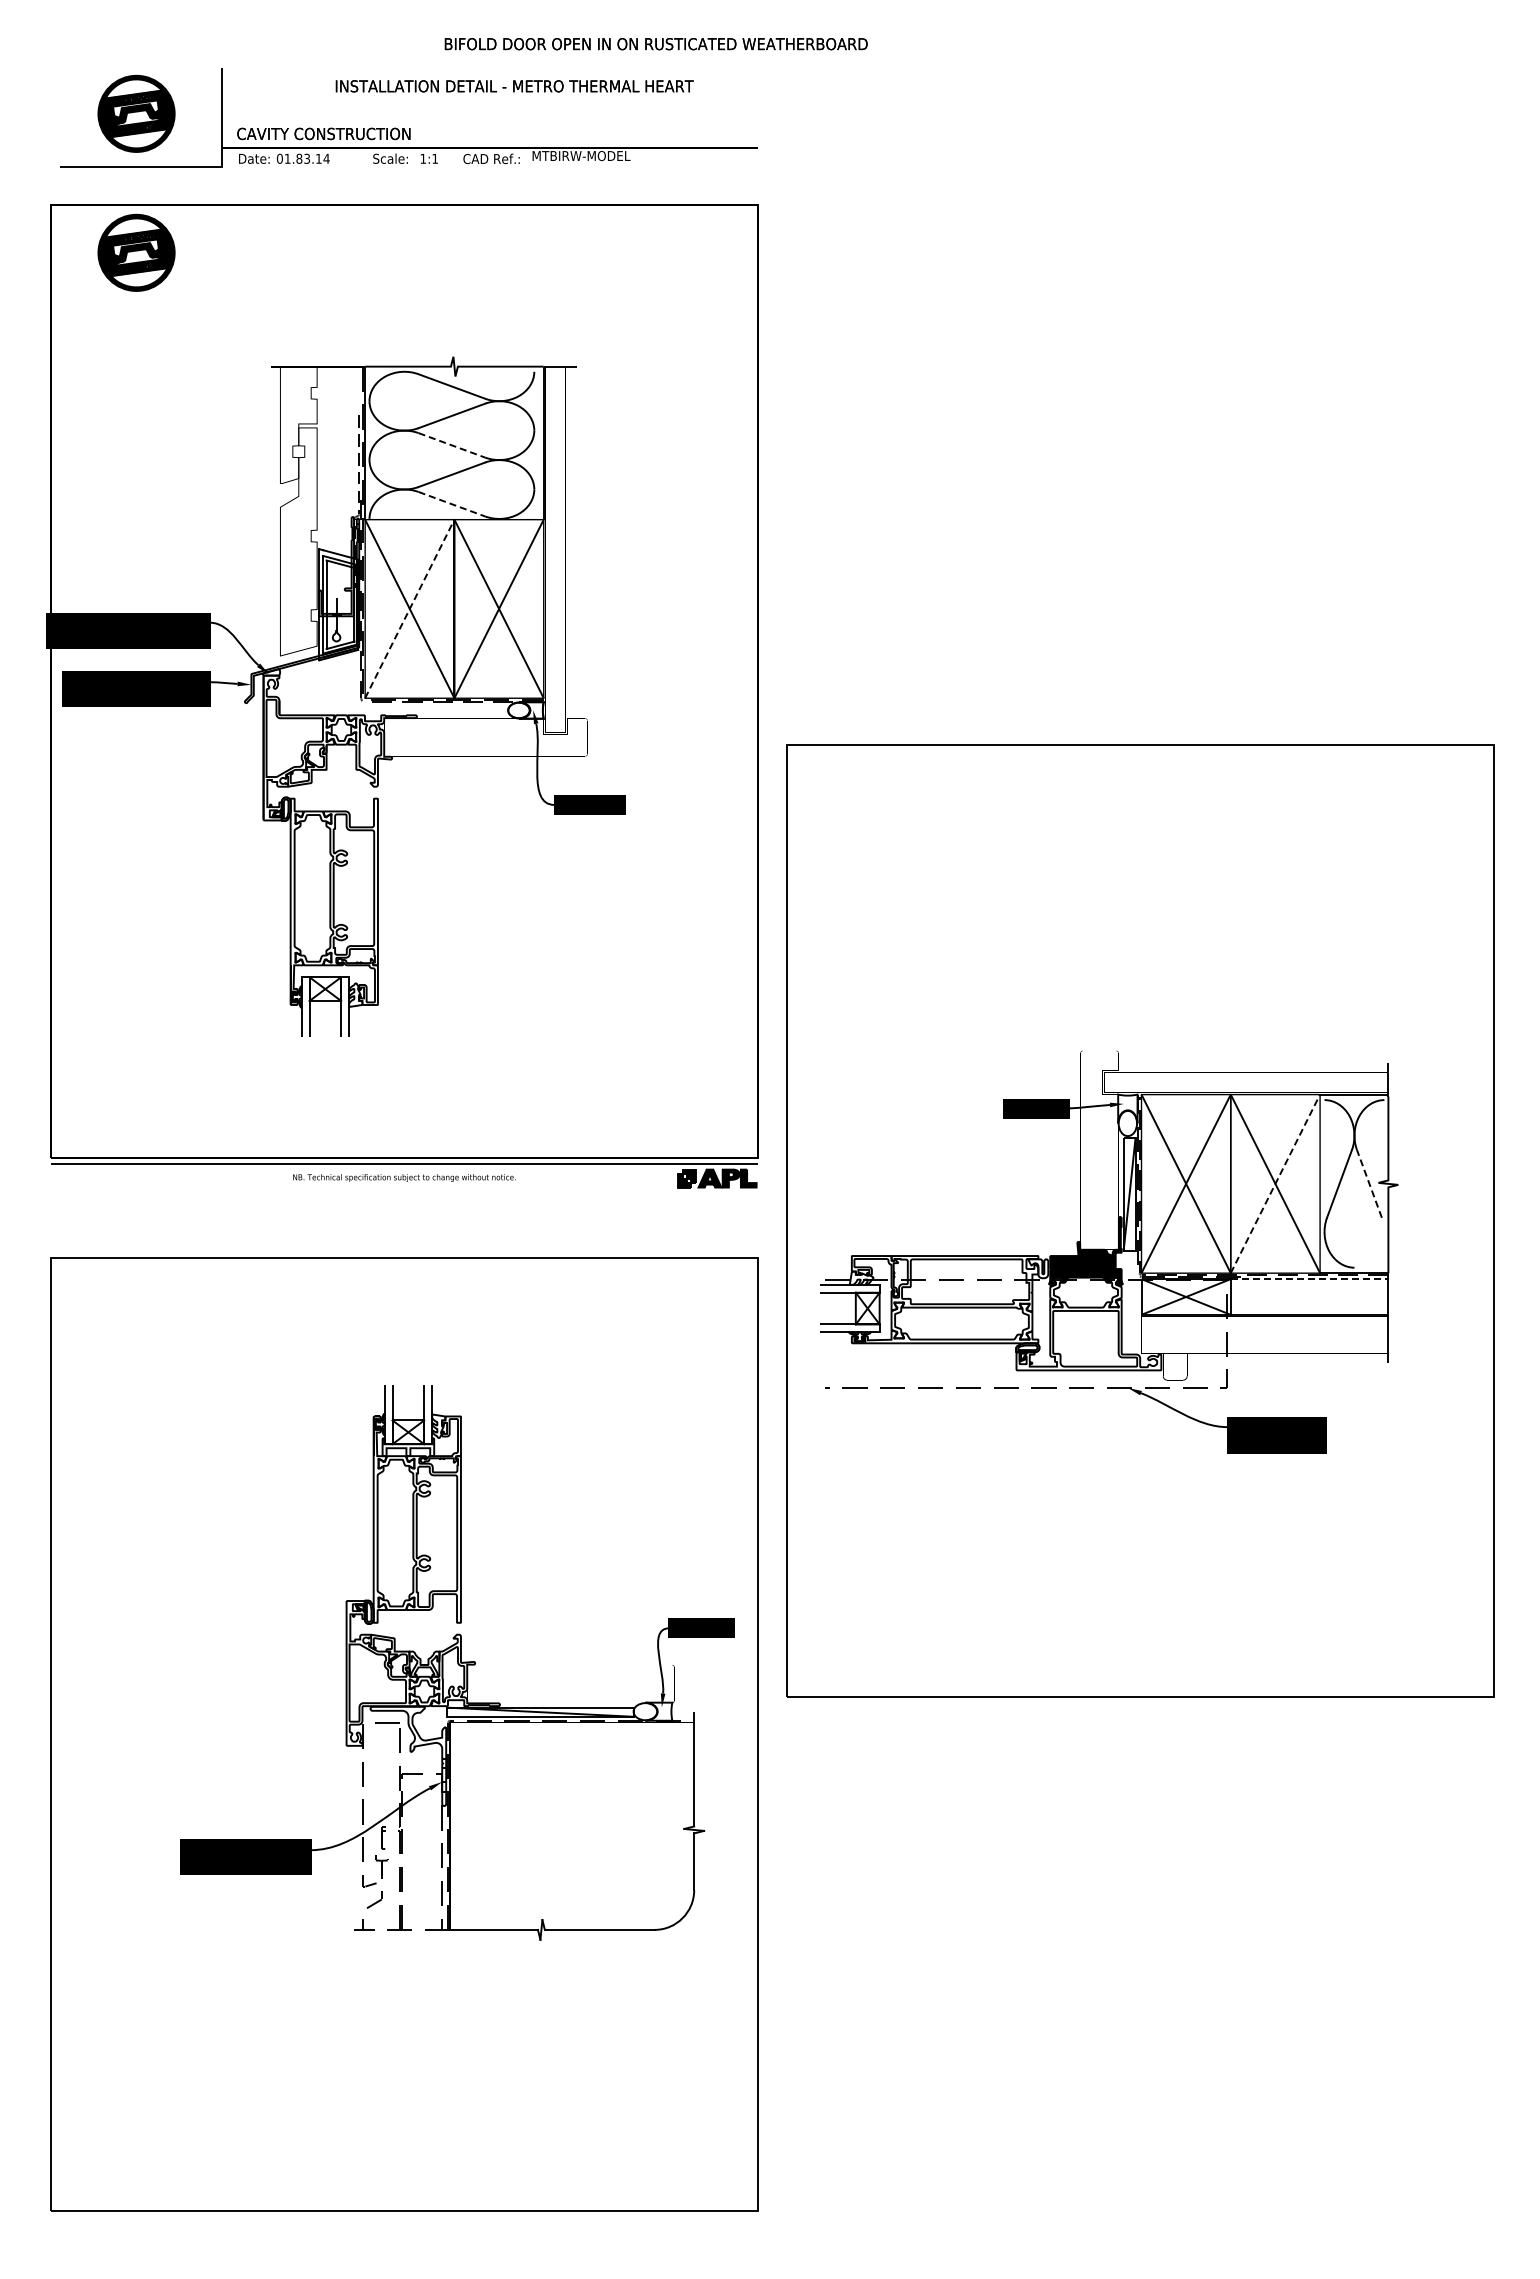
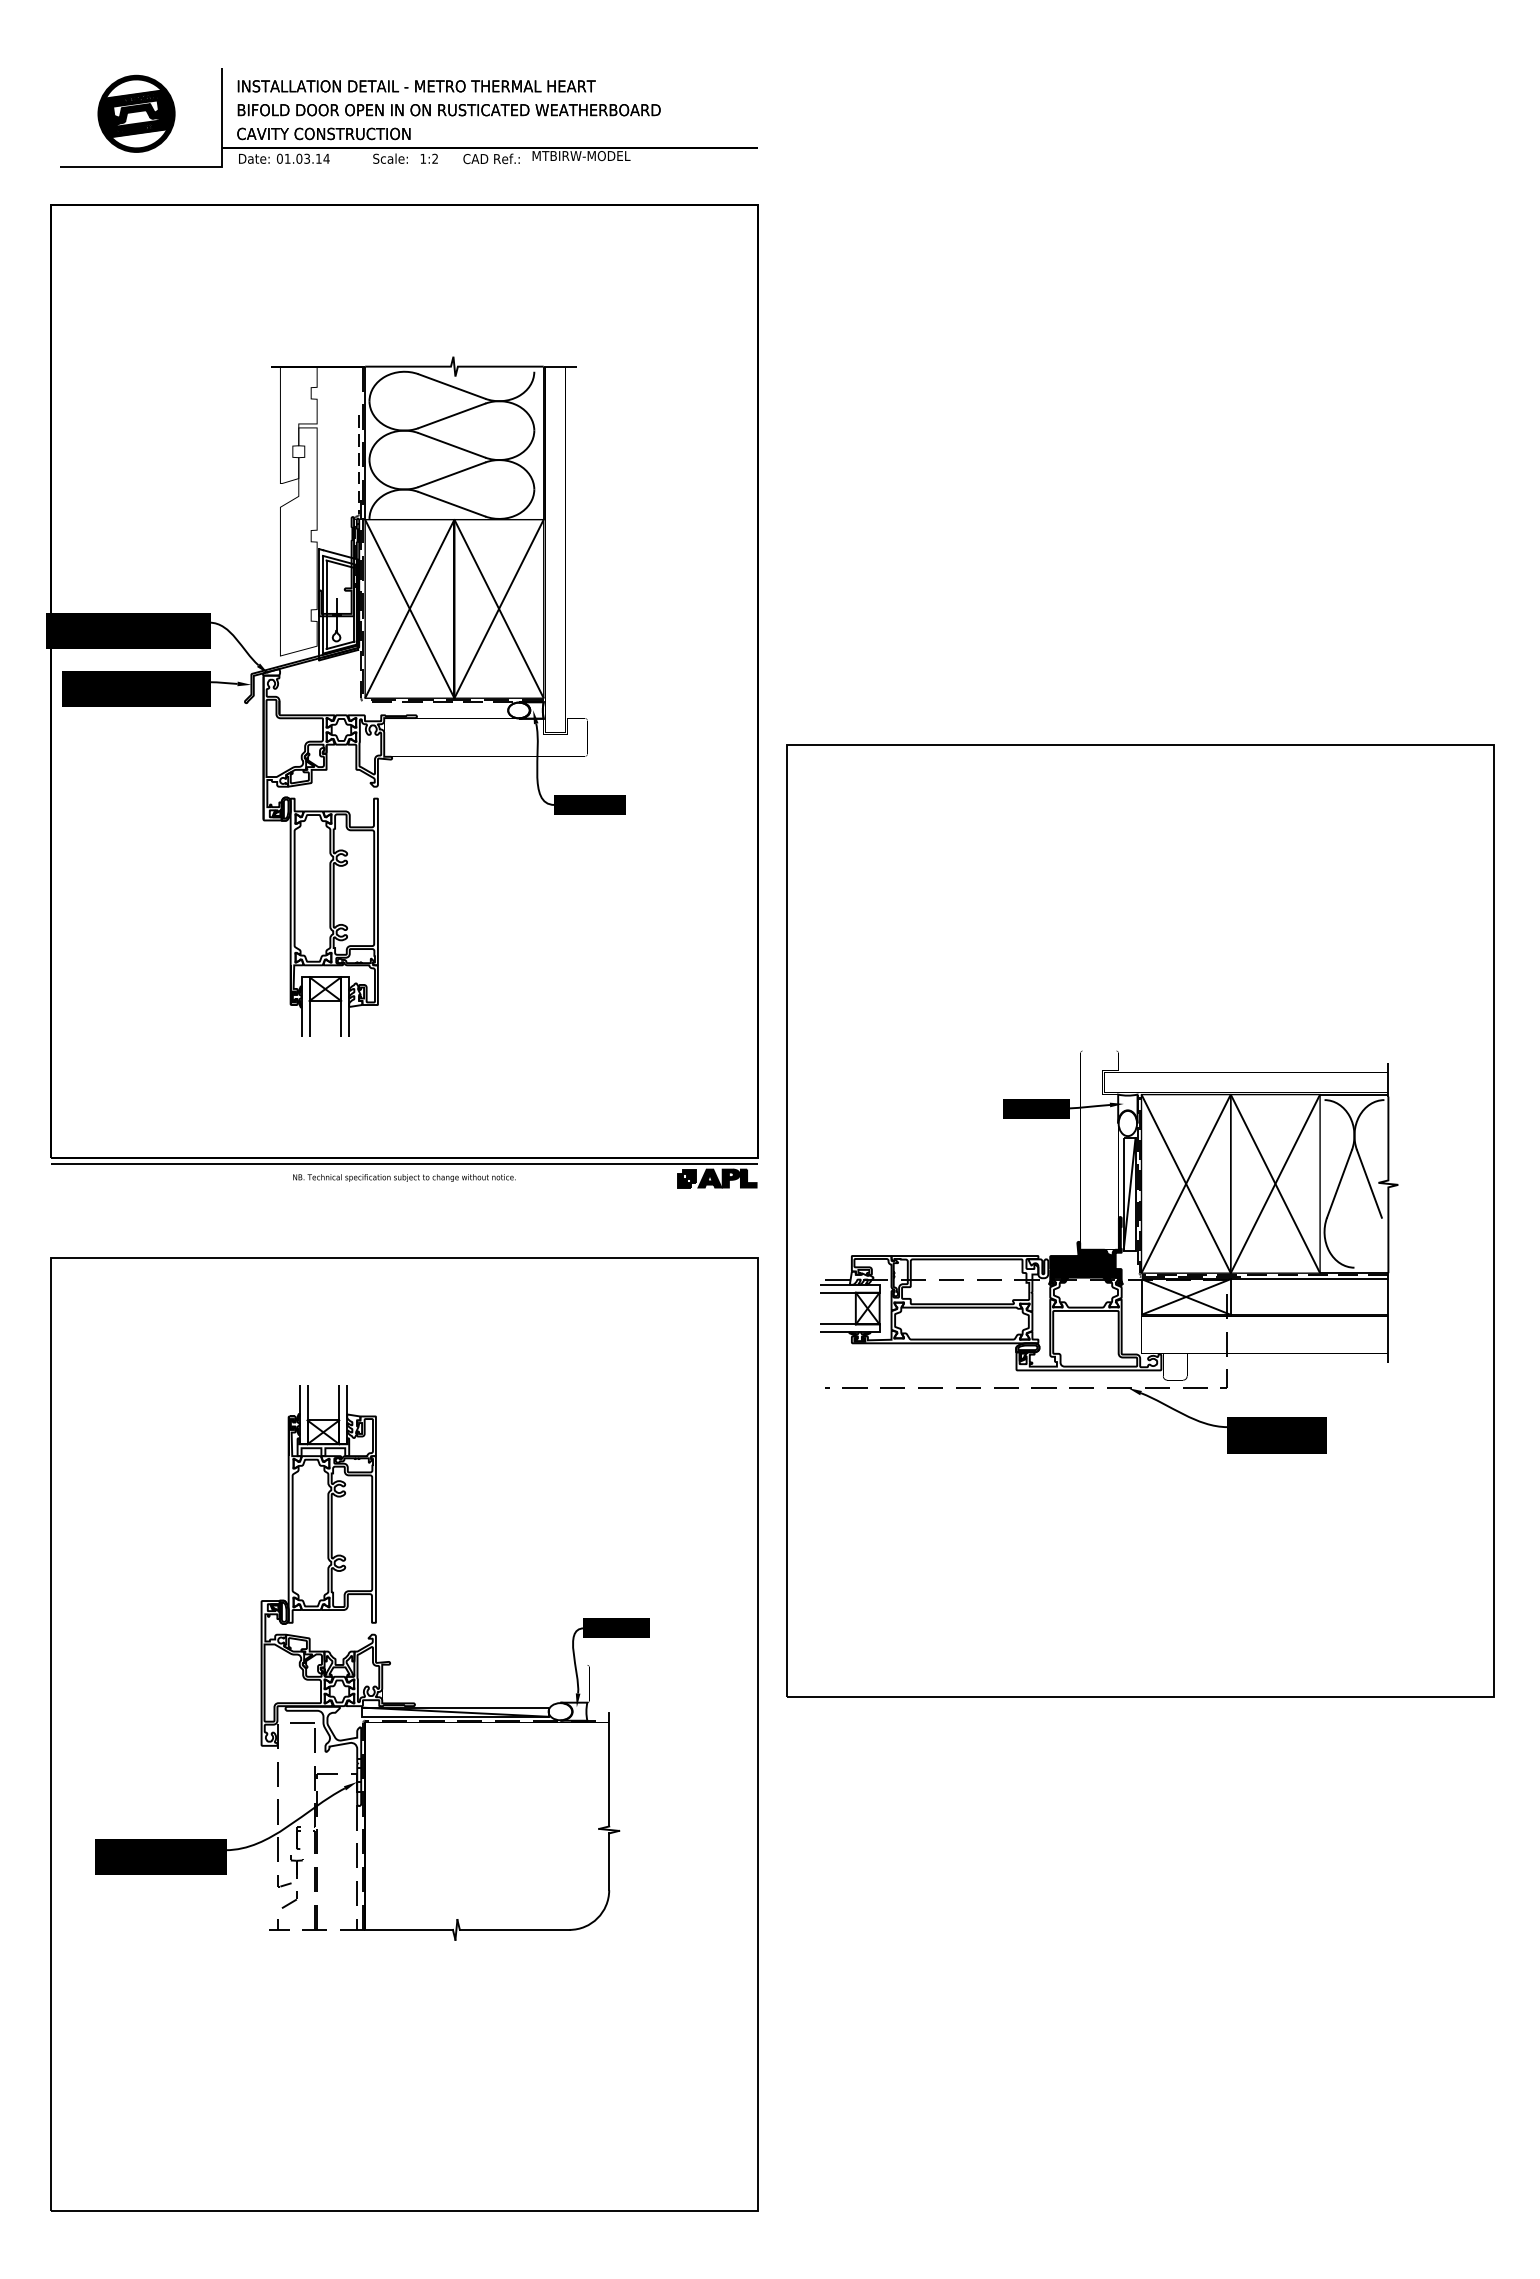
text at (655, 44) position: (655, 44) -> (448, 110)
text at (514, 86) position: (514, 86) -> (416, 86)
text at (299, 158): 01.83.14 -> 01.03.14
text at (434, 158): 1:1 -> 1:2
part at (136, 252): present -> none
line at (452, 445): dashed -> solid
line at (452, 504): dashed -> solid
line at (409, 608): dashed -> solid
line at (1275, 1183): dashed -> solid
line at (1369, 1183): dashed -> solid
line at (1309, 1279): dashed -> solid
part at (457, 1662) position: (457, 1662) -> (372, 1662)
